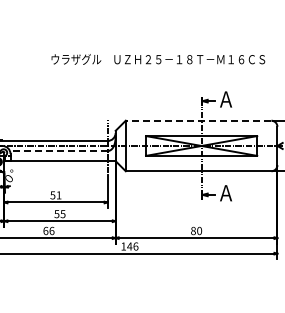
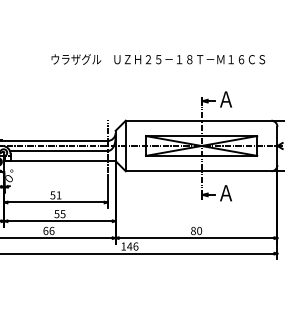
line at (198, 120): dashed -> solid
line at (58, 151): dashed -> solid
